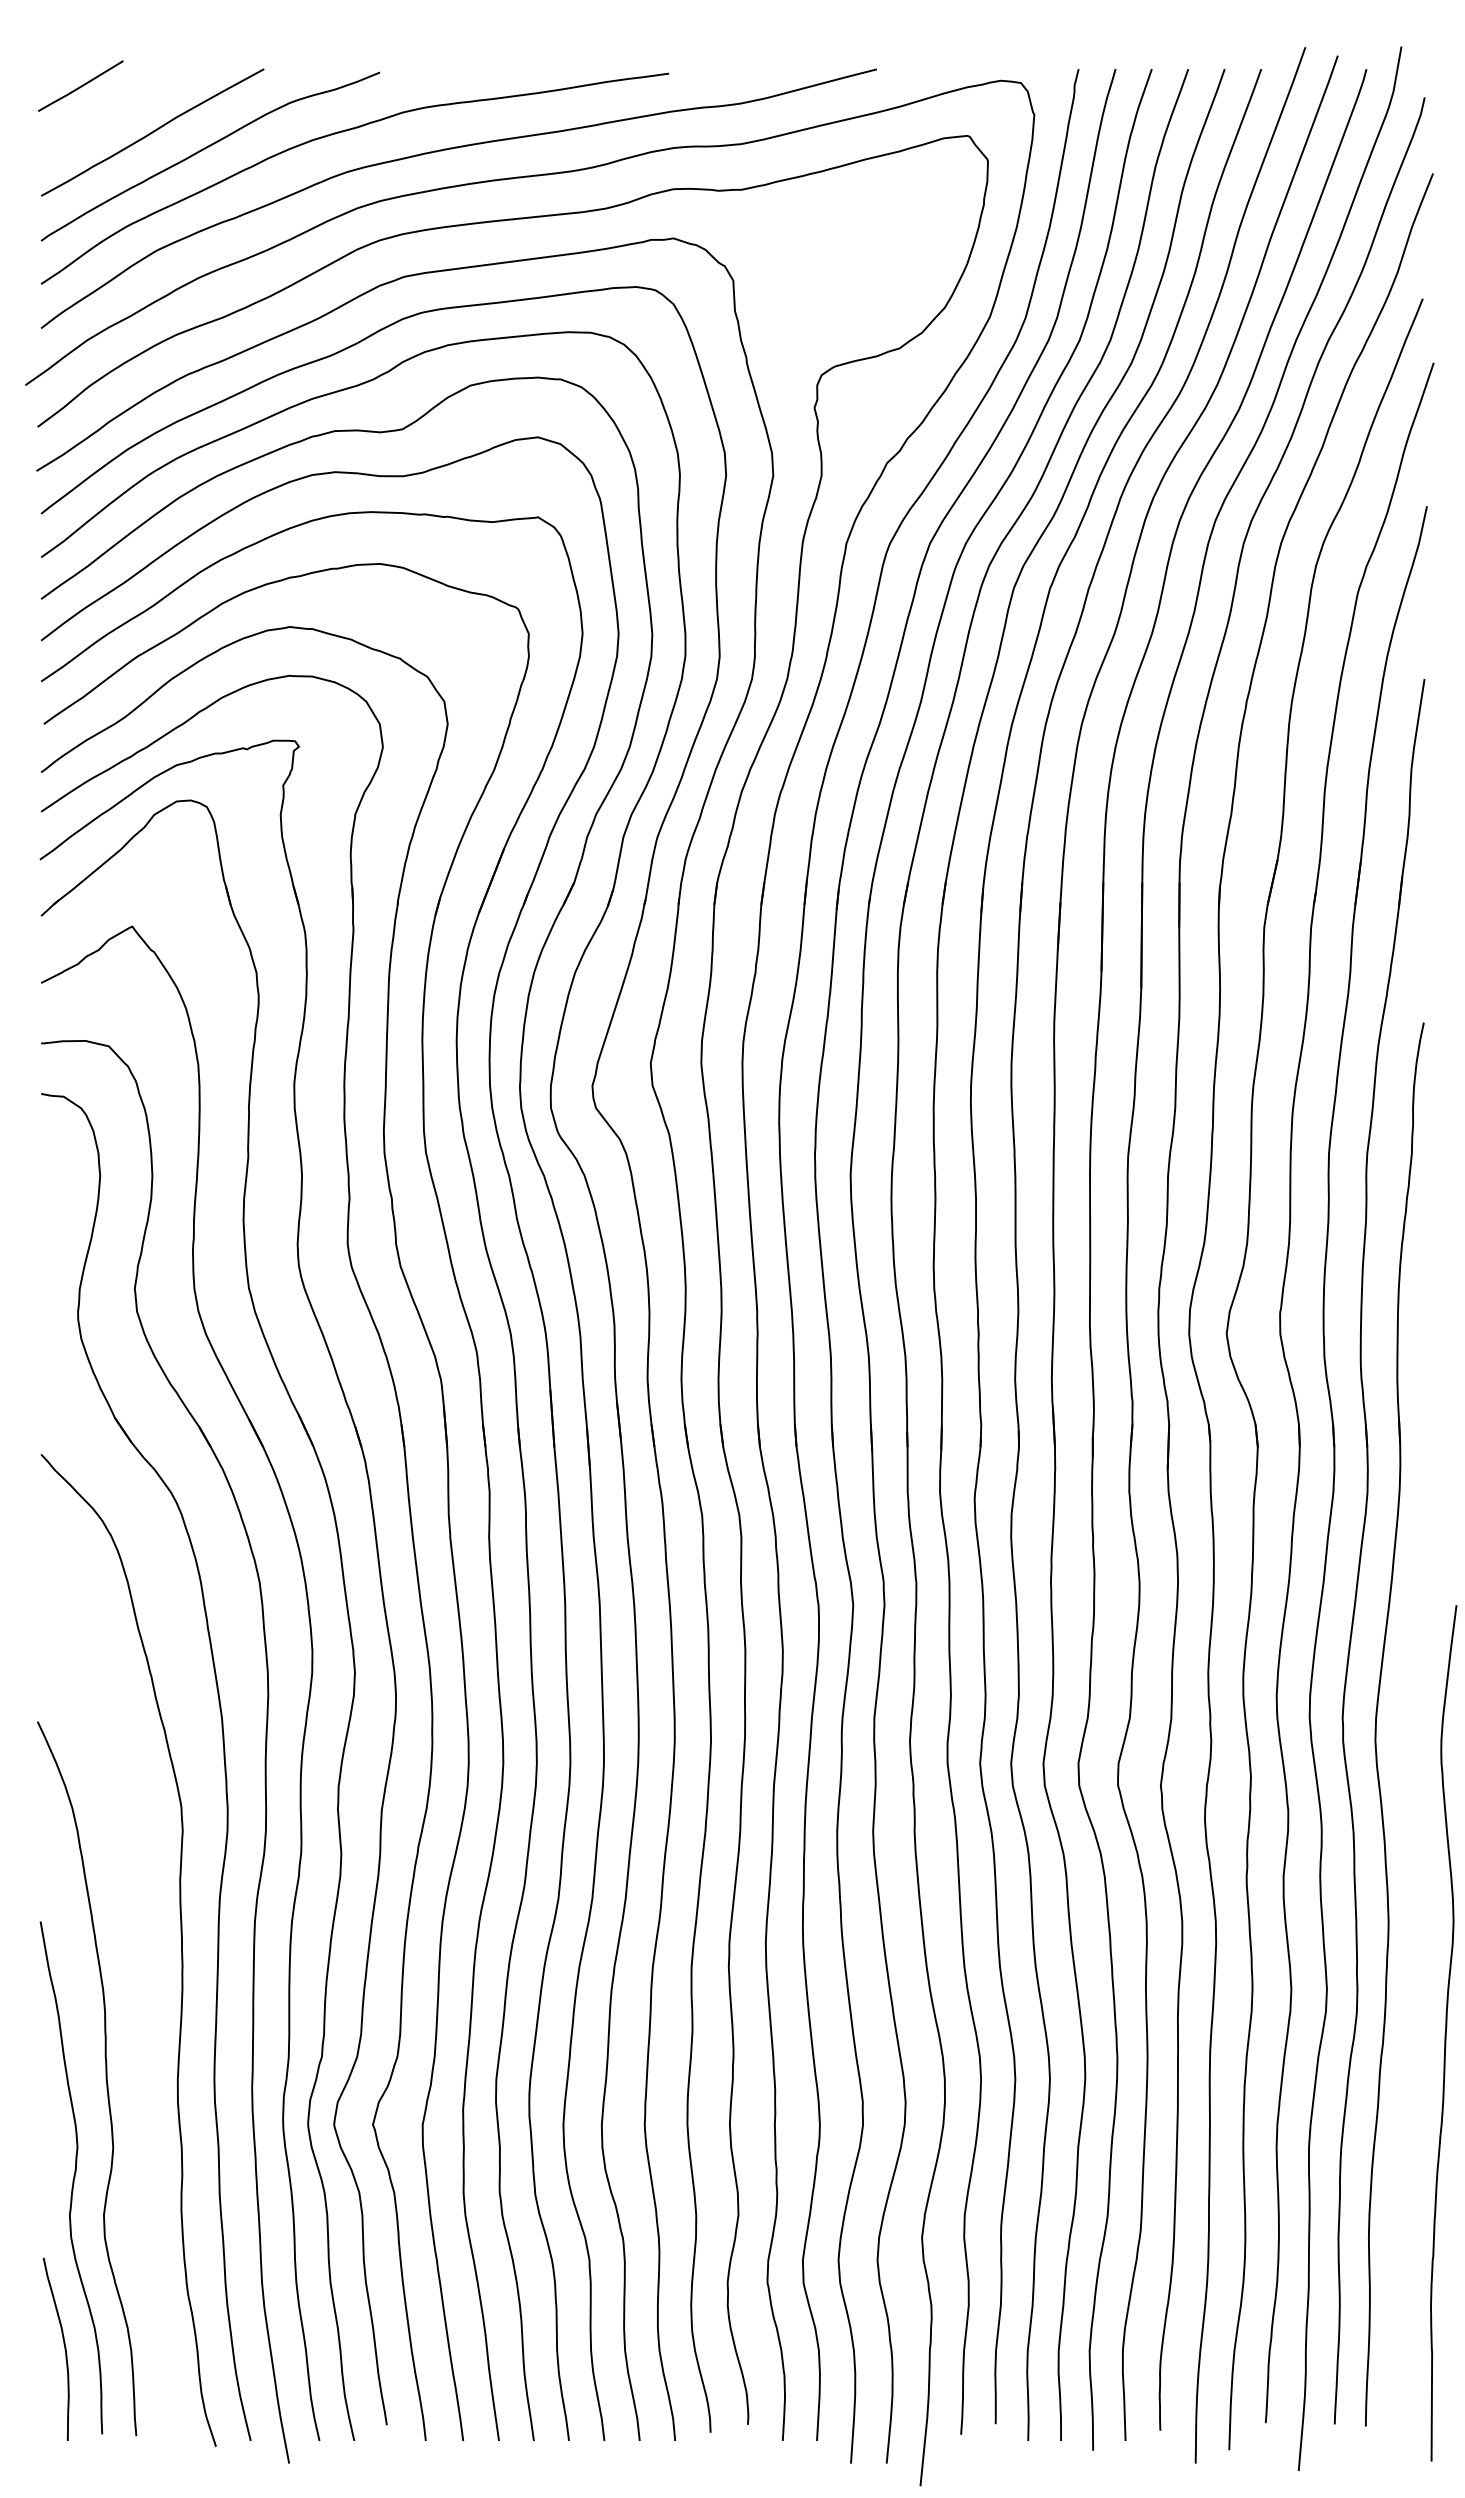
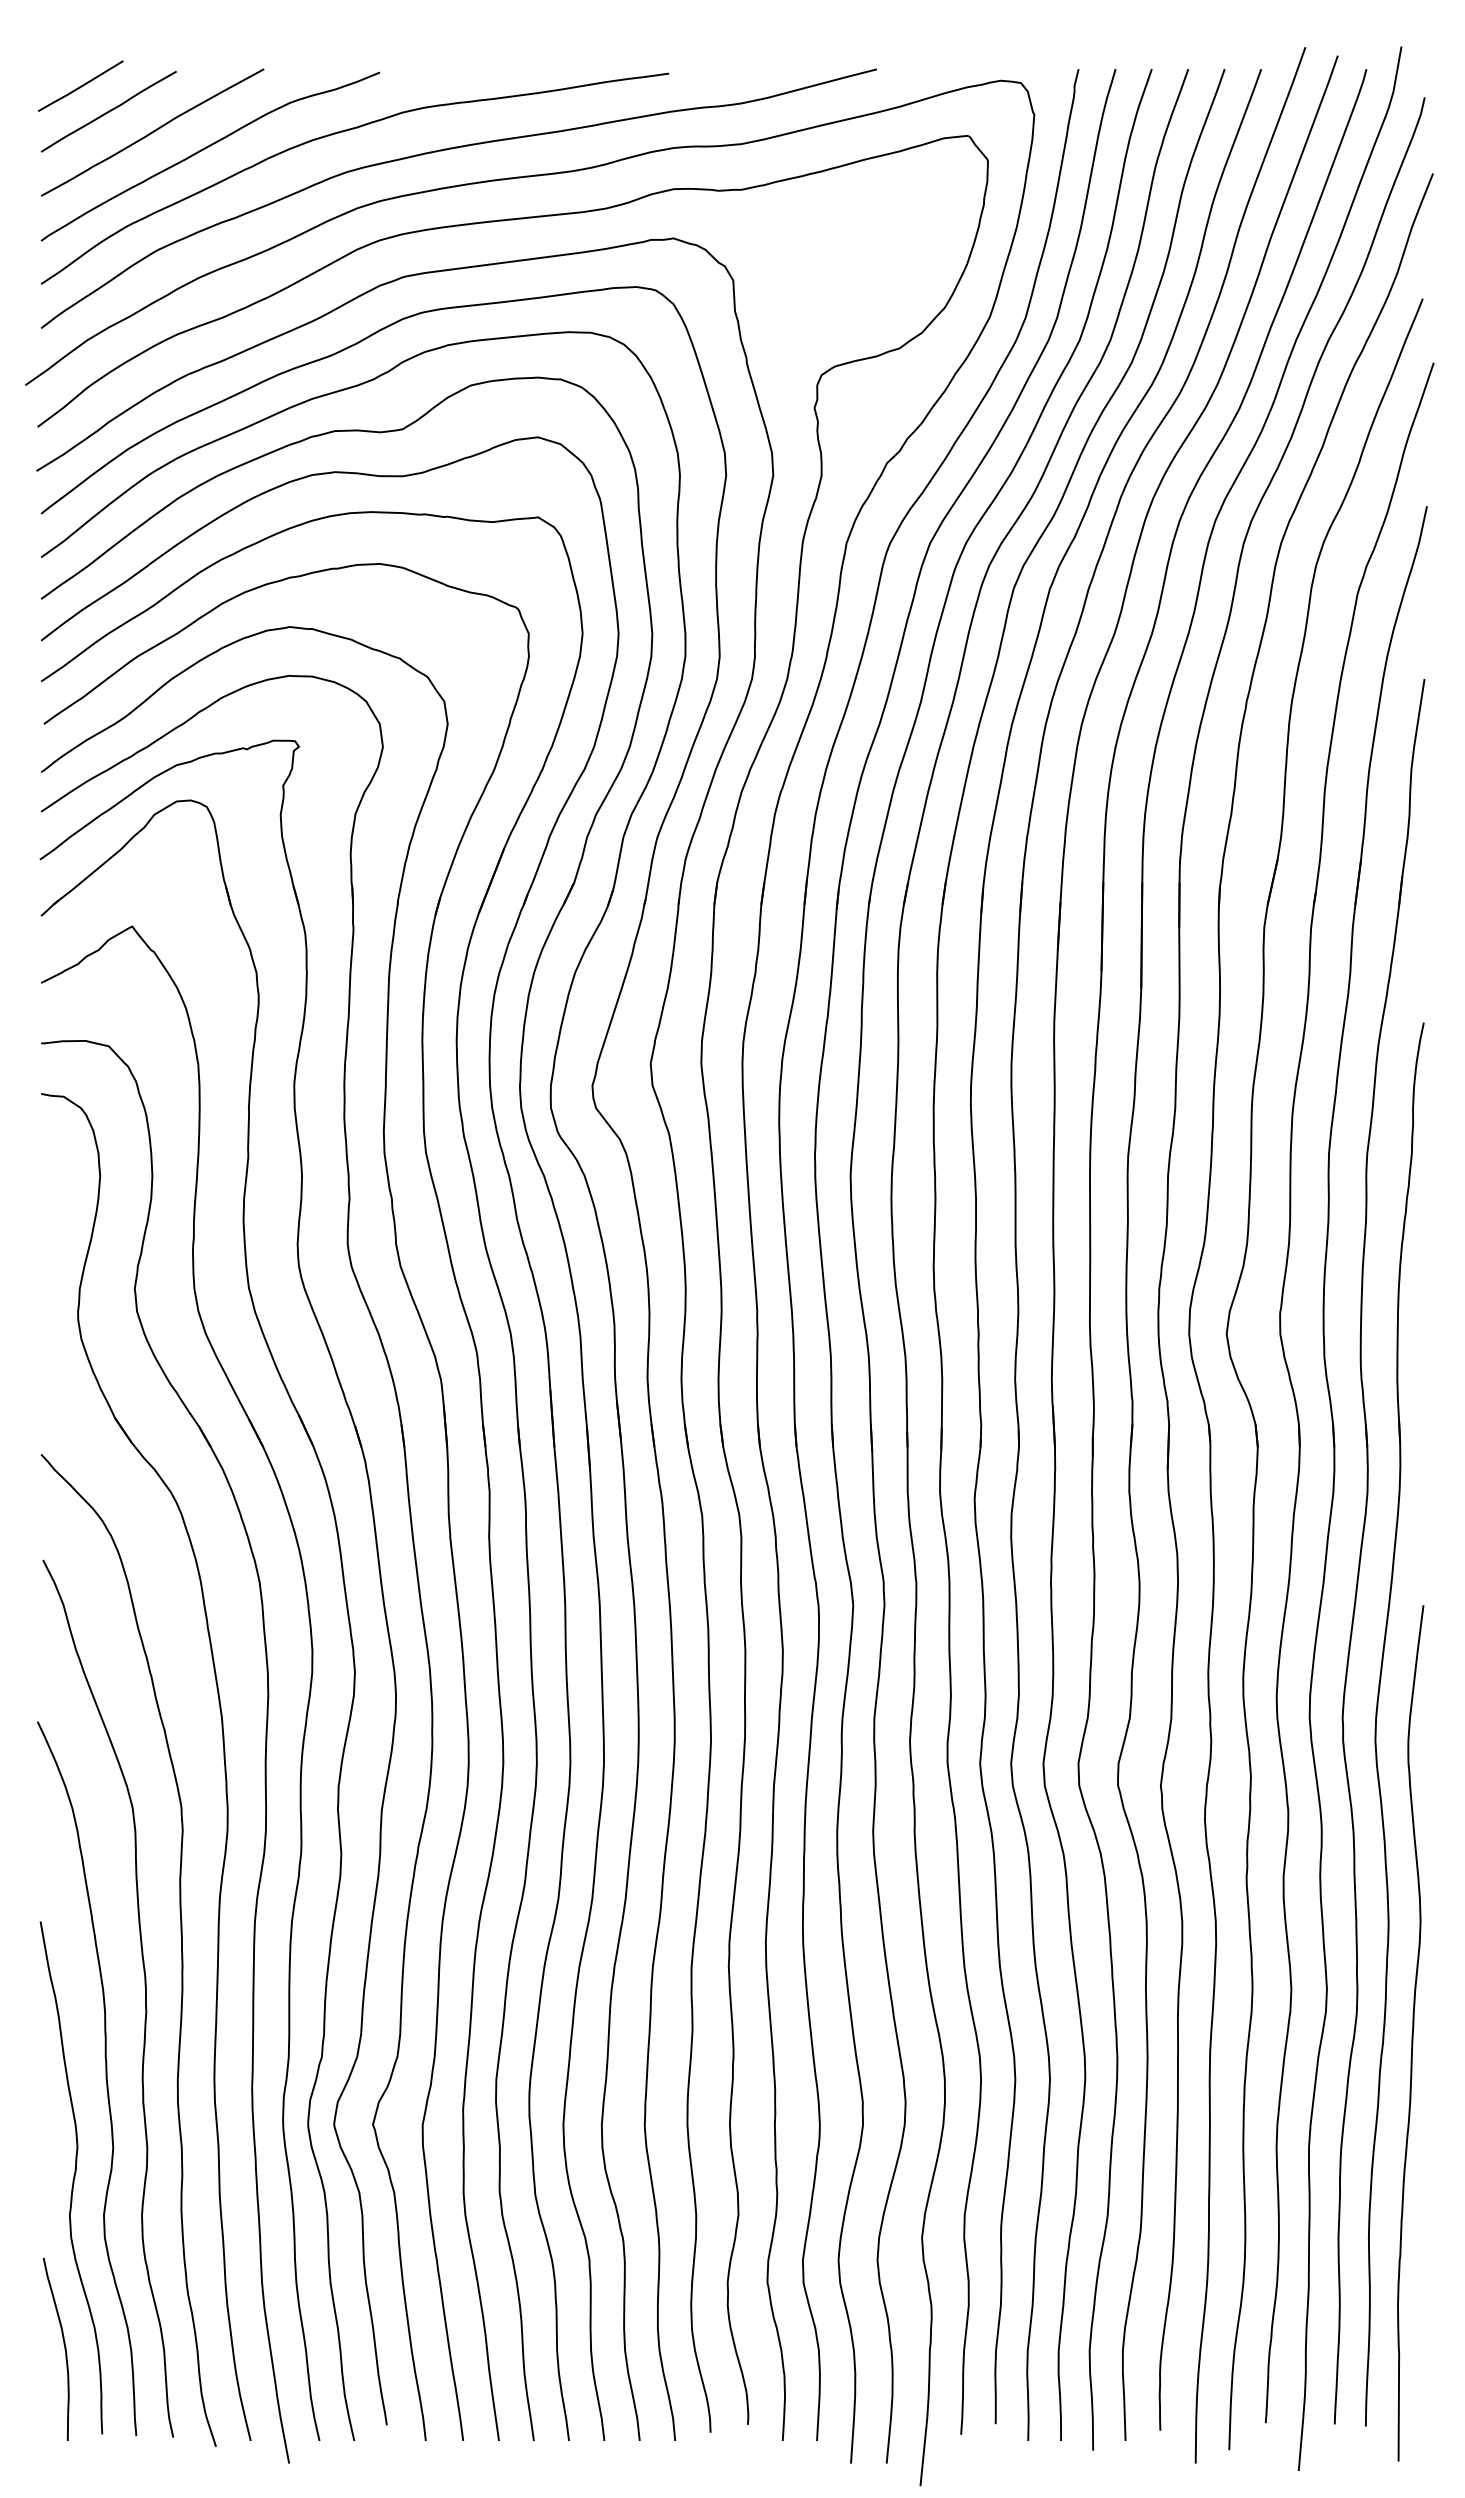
line at (108, 111): none -> present
curve at (145, 1998): none -> present
curve at (1444, 2034) position: (1444, 2034) -> (1411, 2034)
